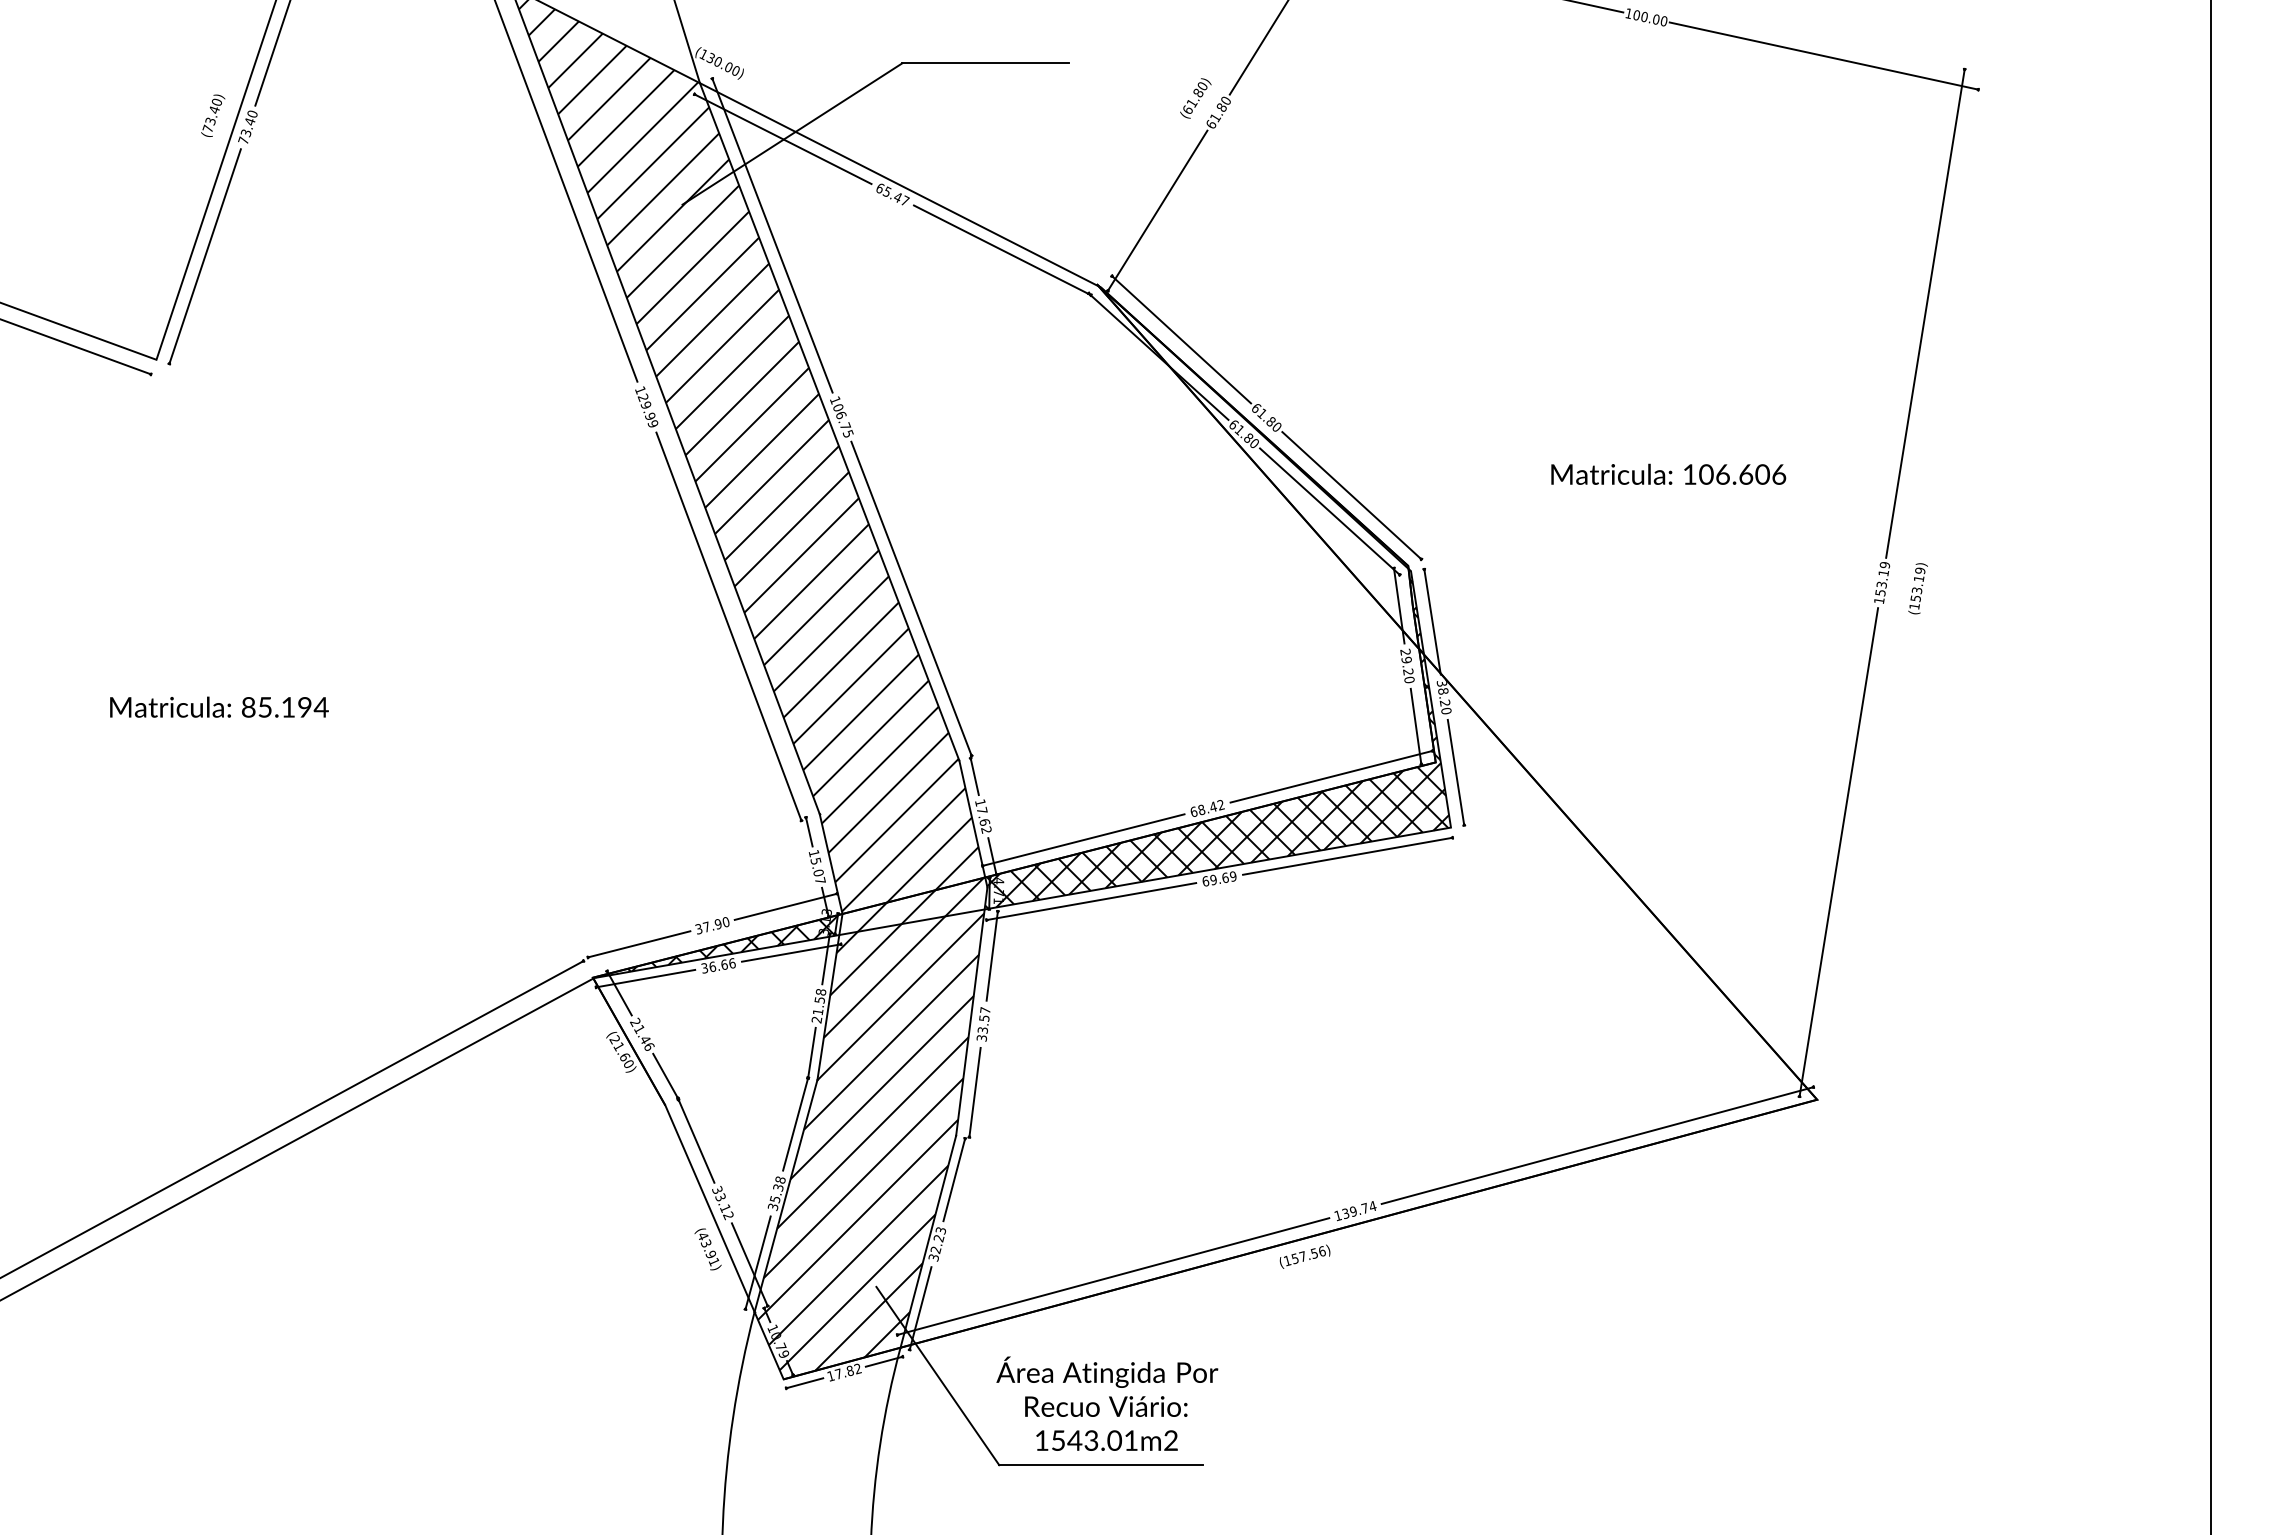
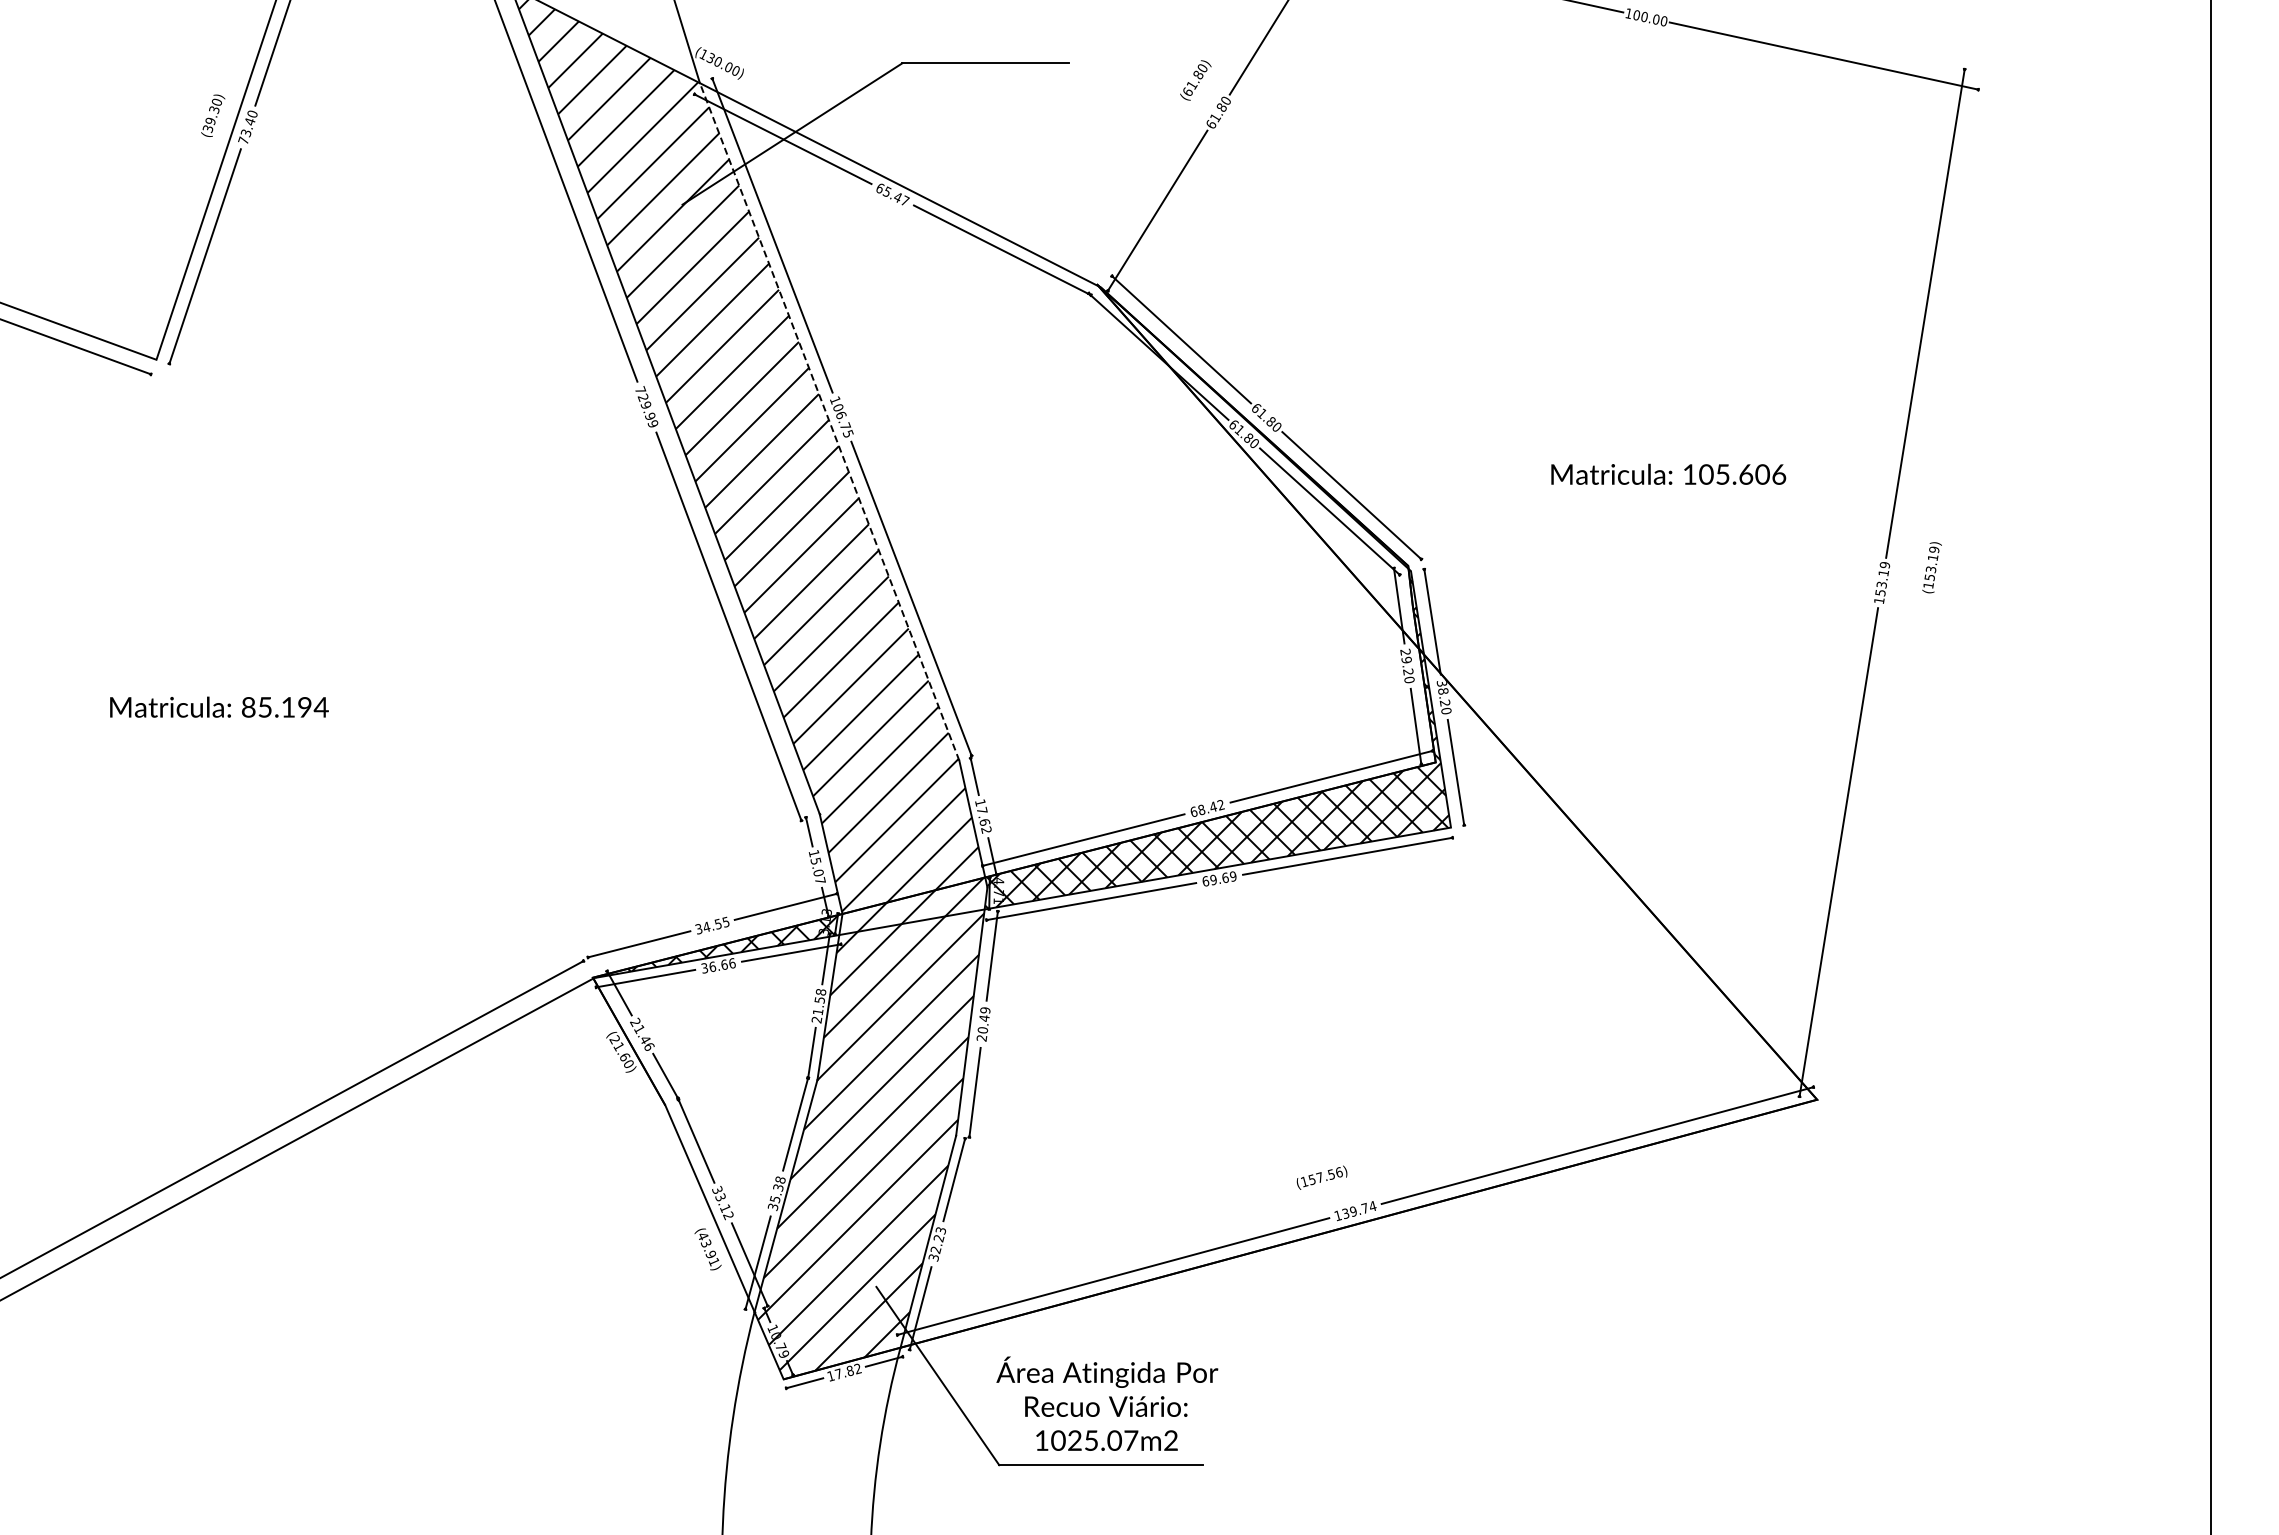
text at (1195, 98) position: (1195, 98) -> (1195, 80)
text at (210, 119): (73.40) -> (39.30)
text at (640, 390): 129.99 -> 729.99
line at (829, 421): solid -> dashed
text at (1722, 474): 106.606 -> 105.606
text at (1917, 588) position: (1917, 588) -> (1931, 567)
text at (715, 924): 37.90 -> 34.55
text at (983, 1024): 33.57 -> 20.49
text at (1304, 1256) position: (1304, 1256) -> (1321, 1177)
text at (1094, 1440): 1543.01m2 -> 1025.07m2
